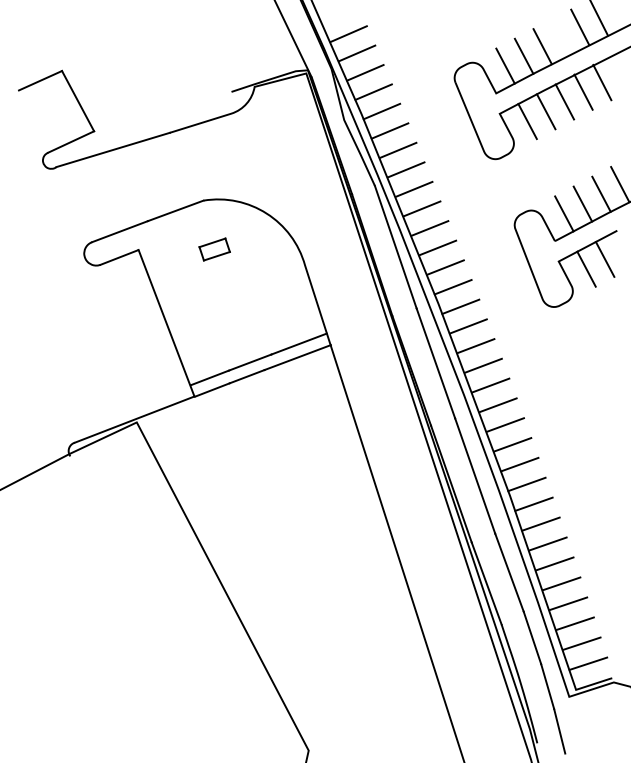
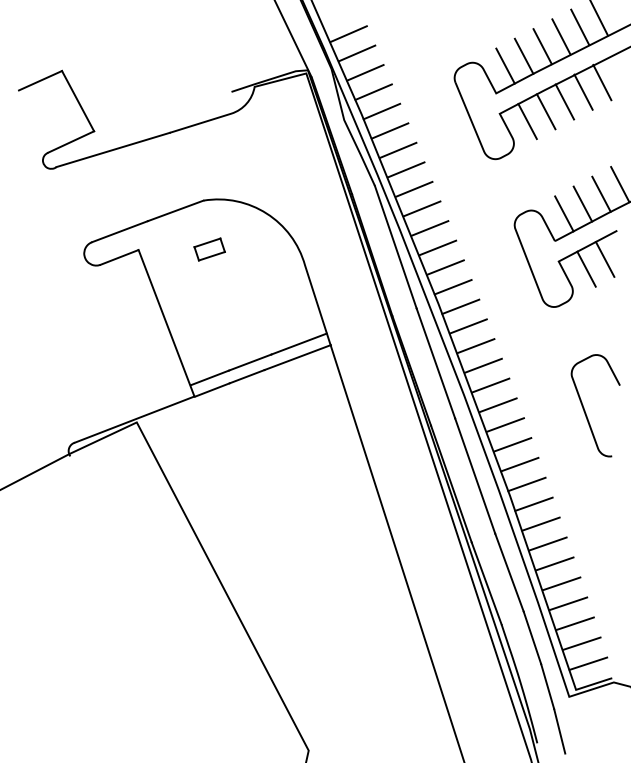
line at (561, 36): none -> present
part at (214, 249) position: (214, 249) -> (209, 249)
curve at (584, 407): none -> present
